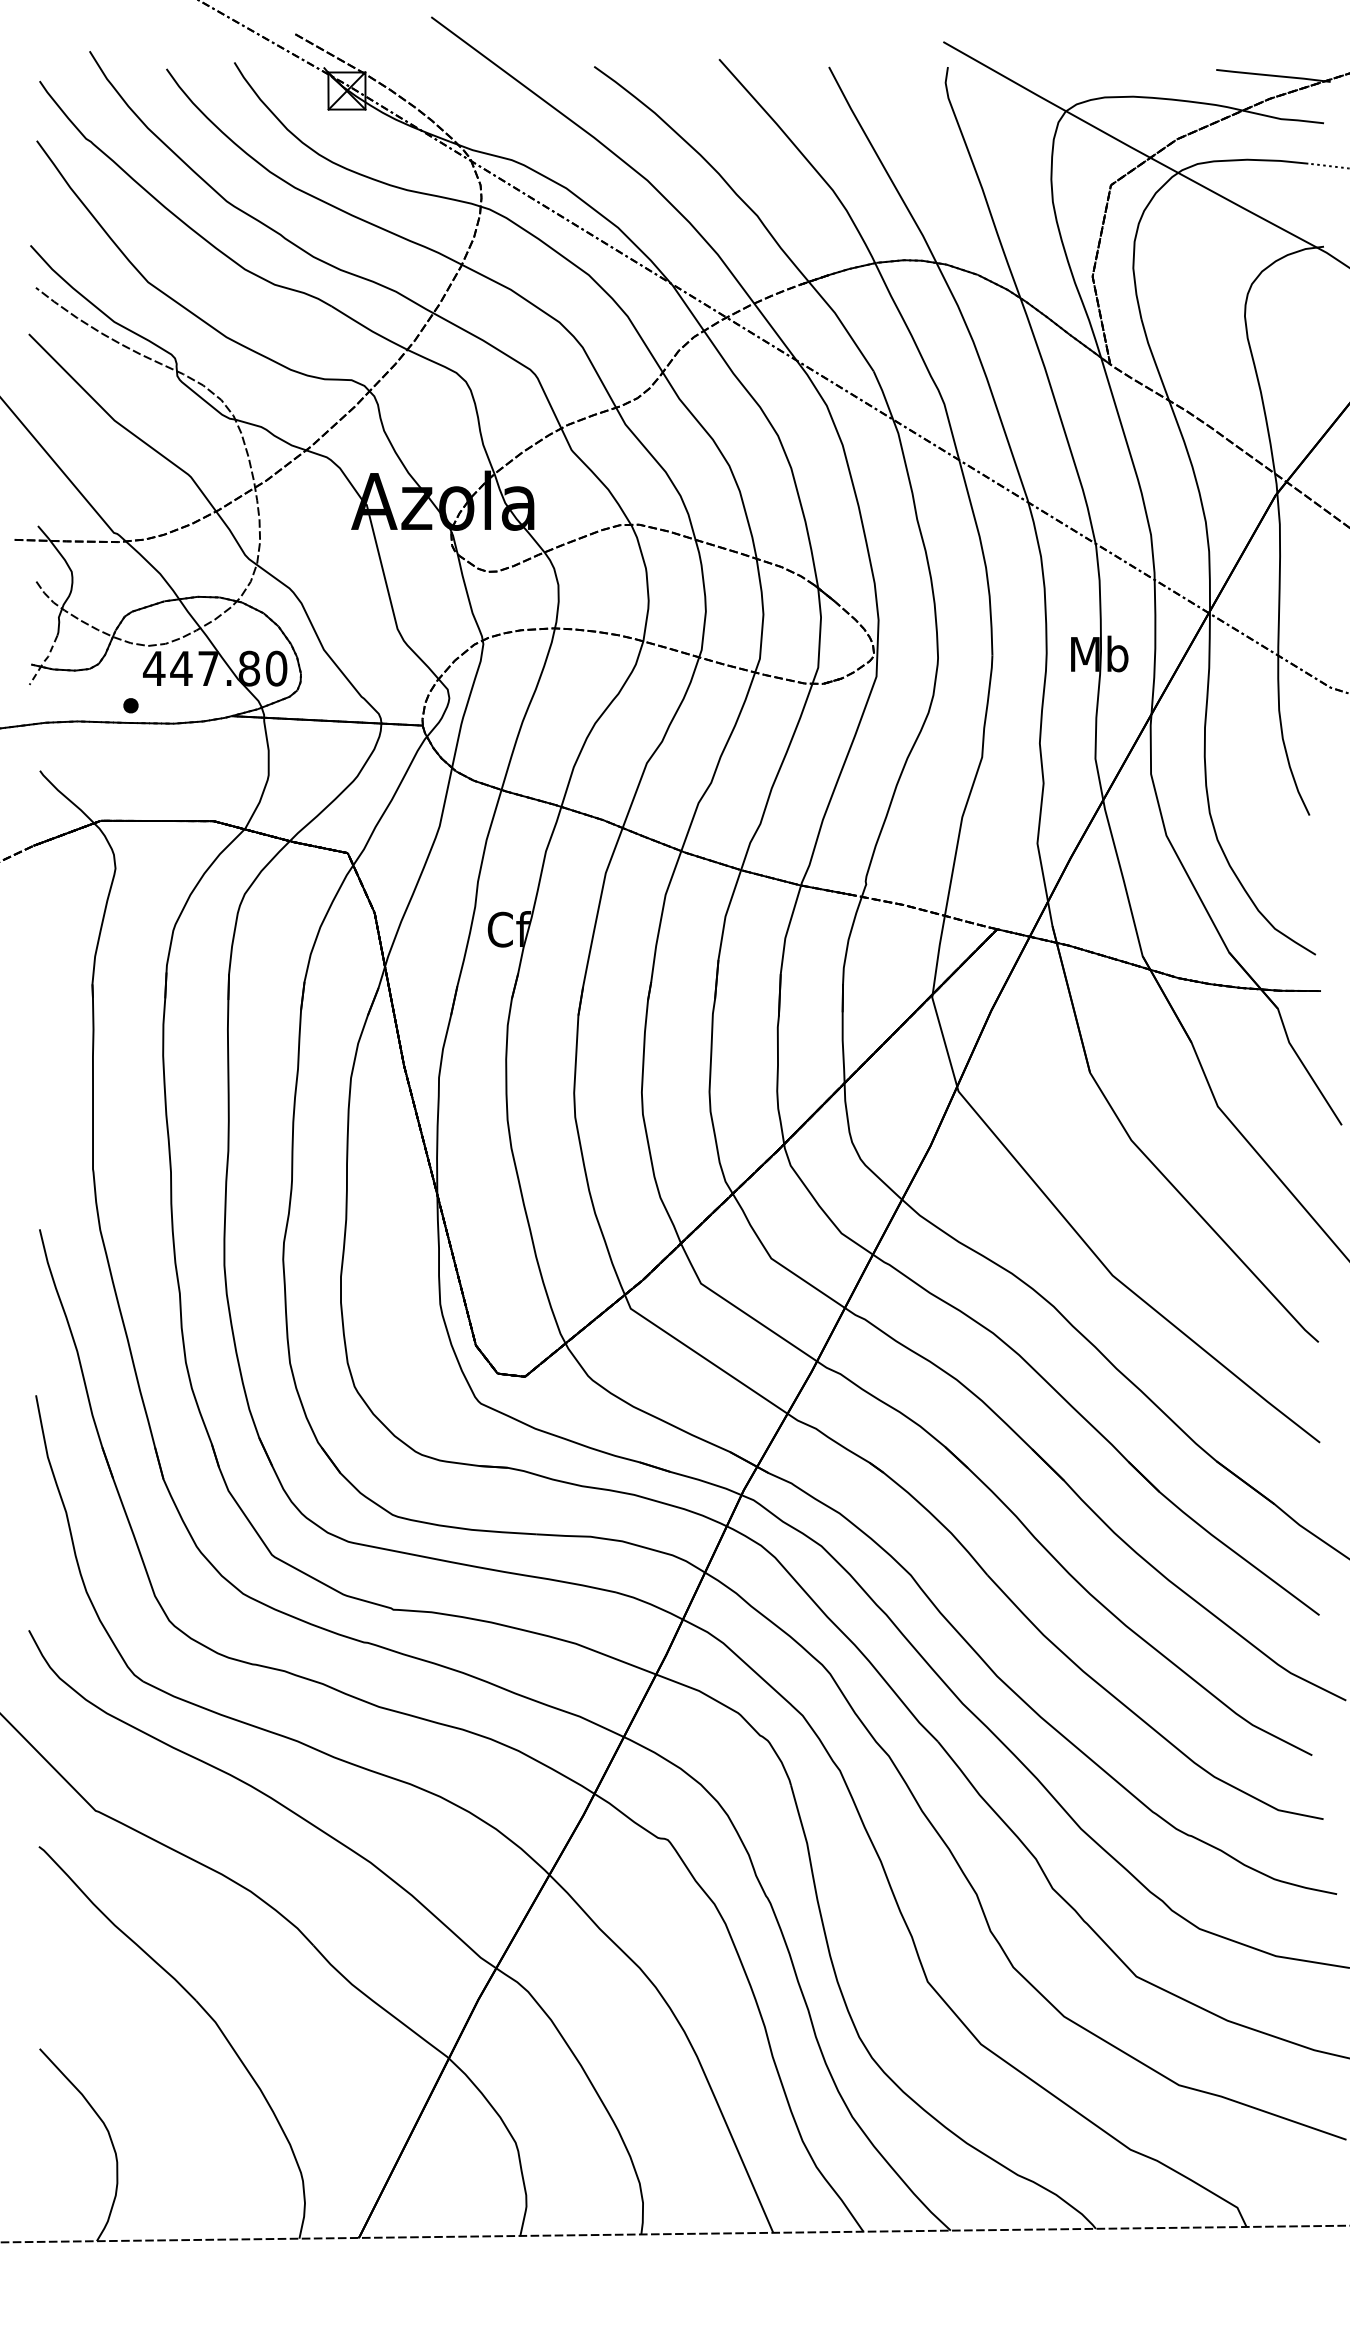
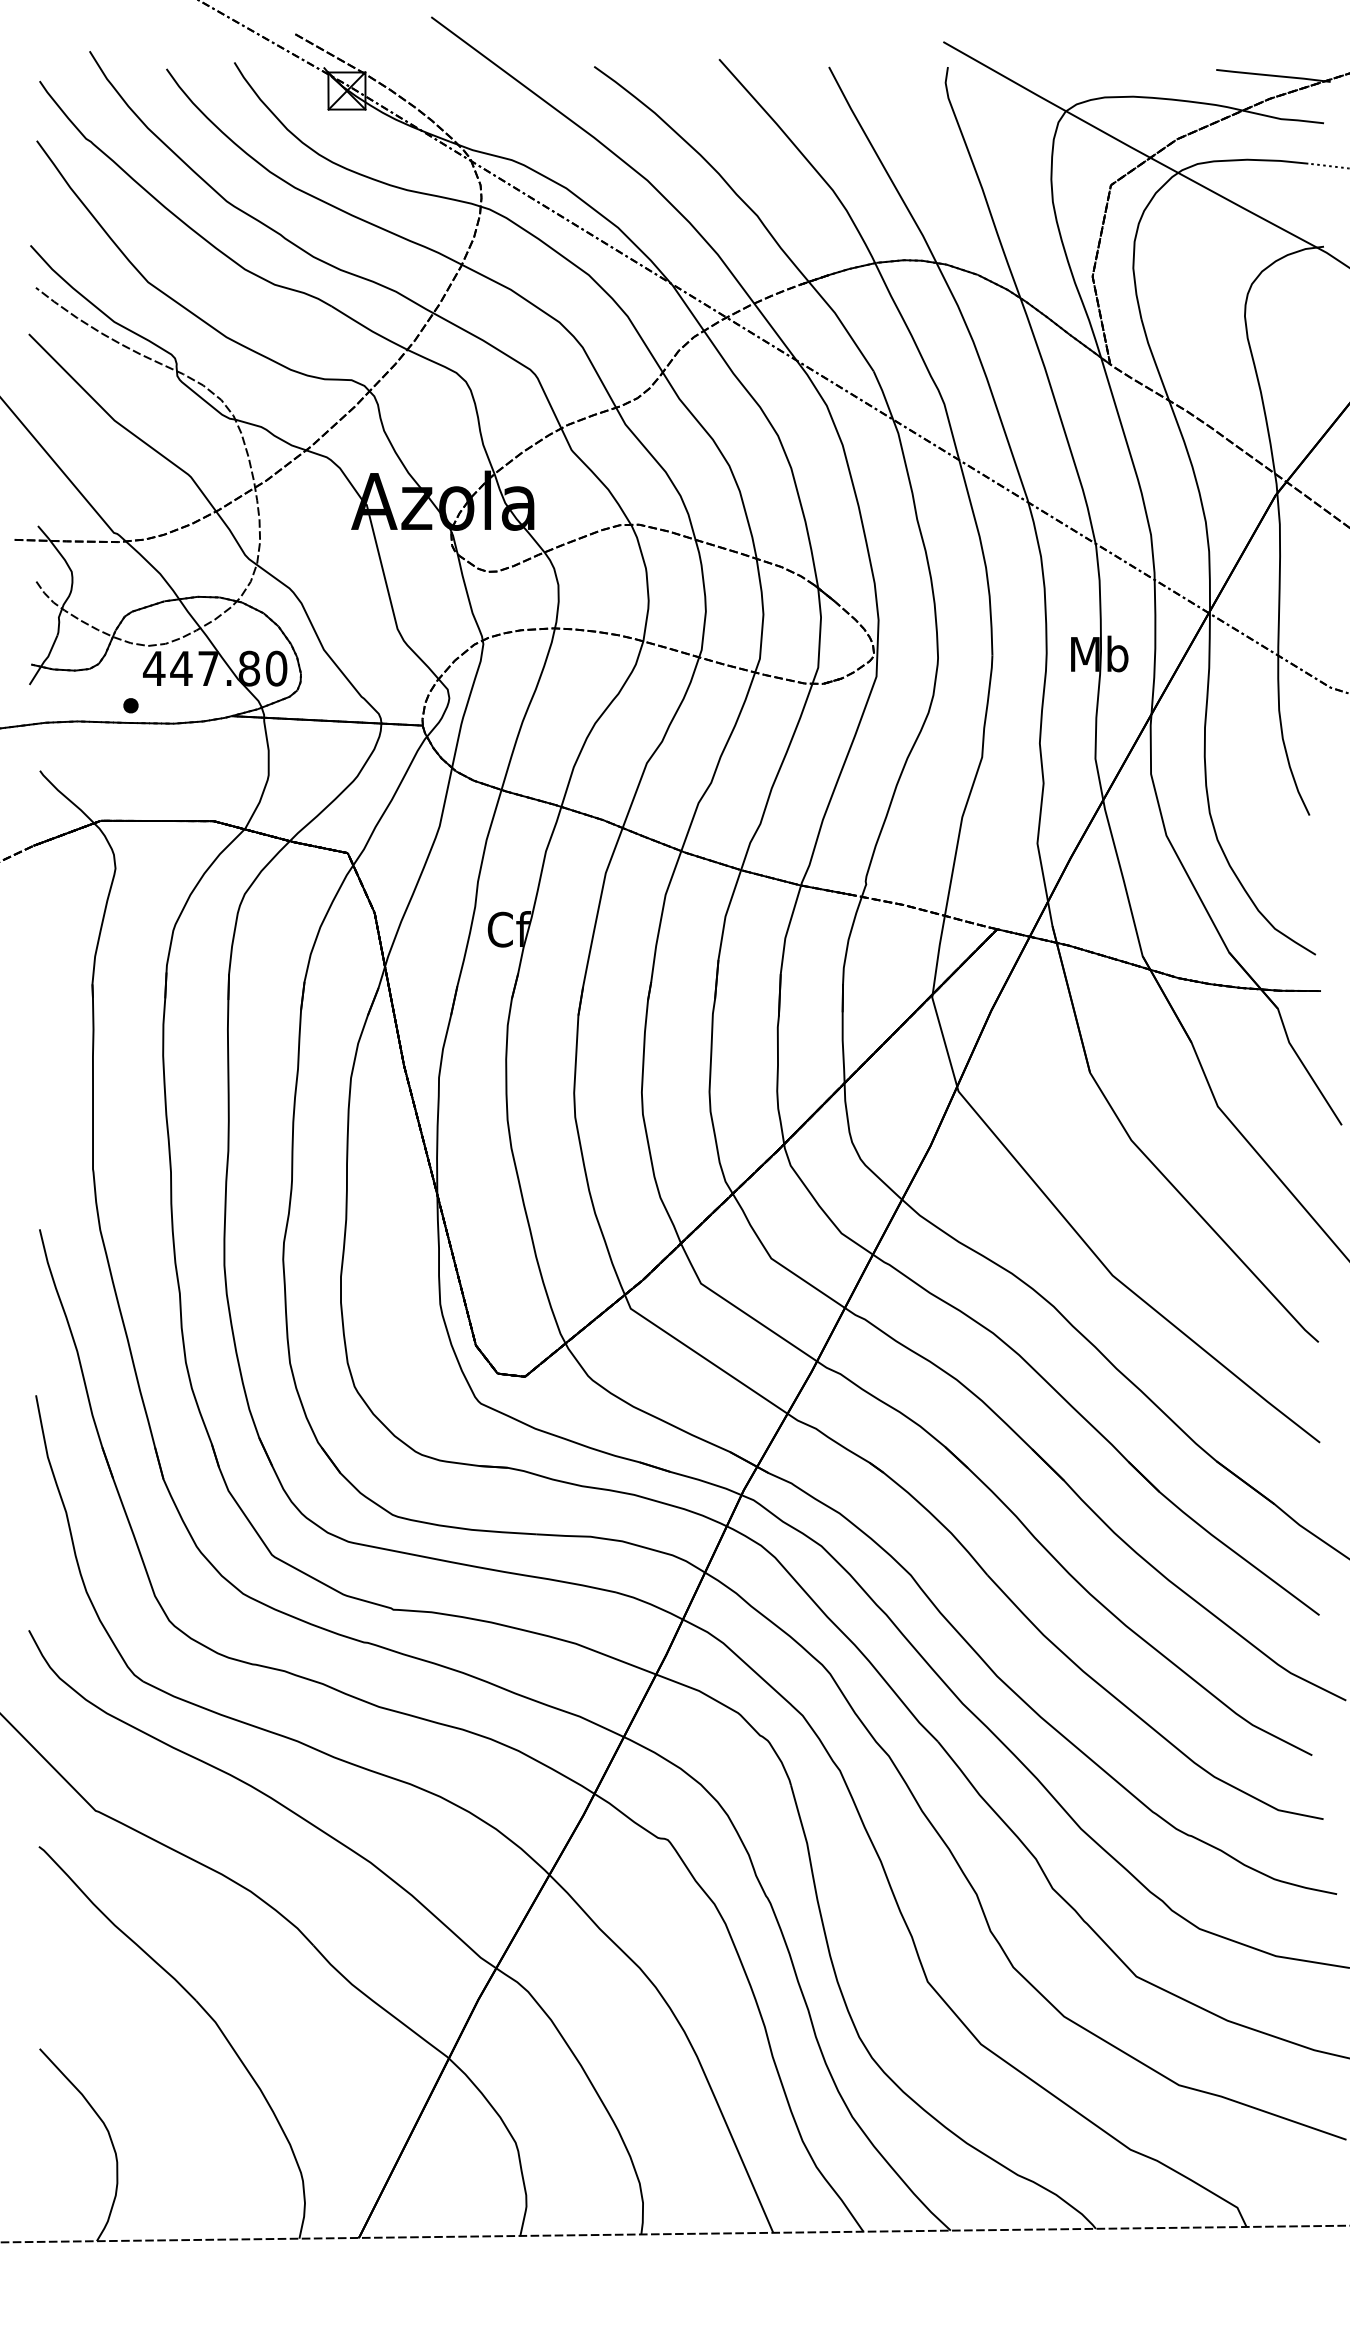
line at (44, 661): dashed -> solid
